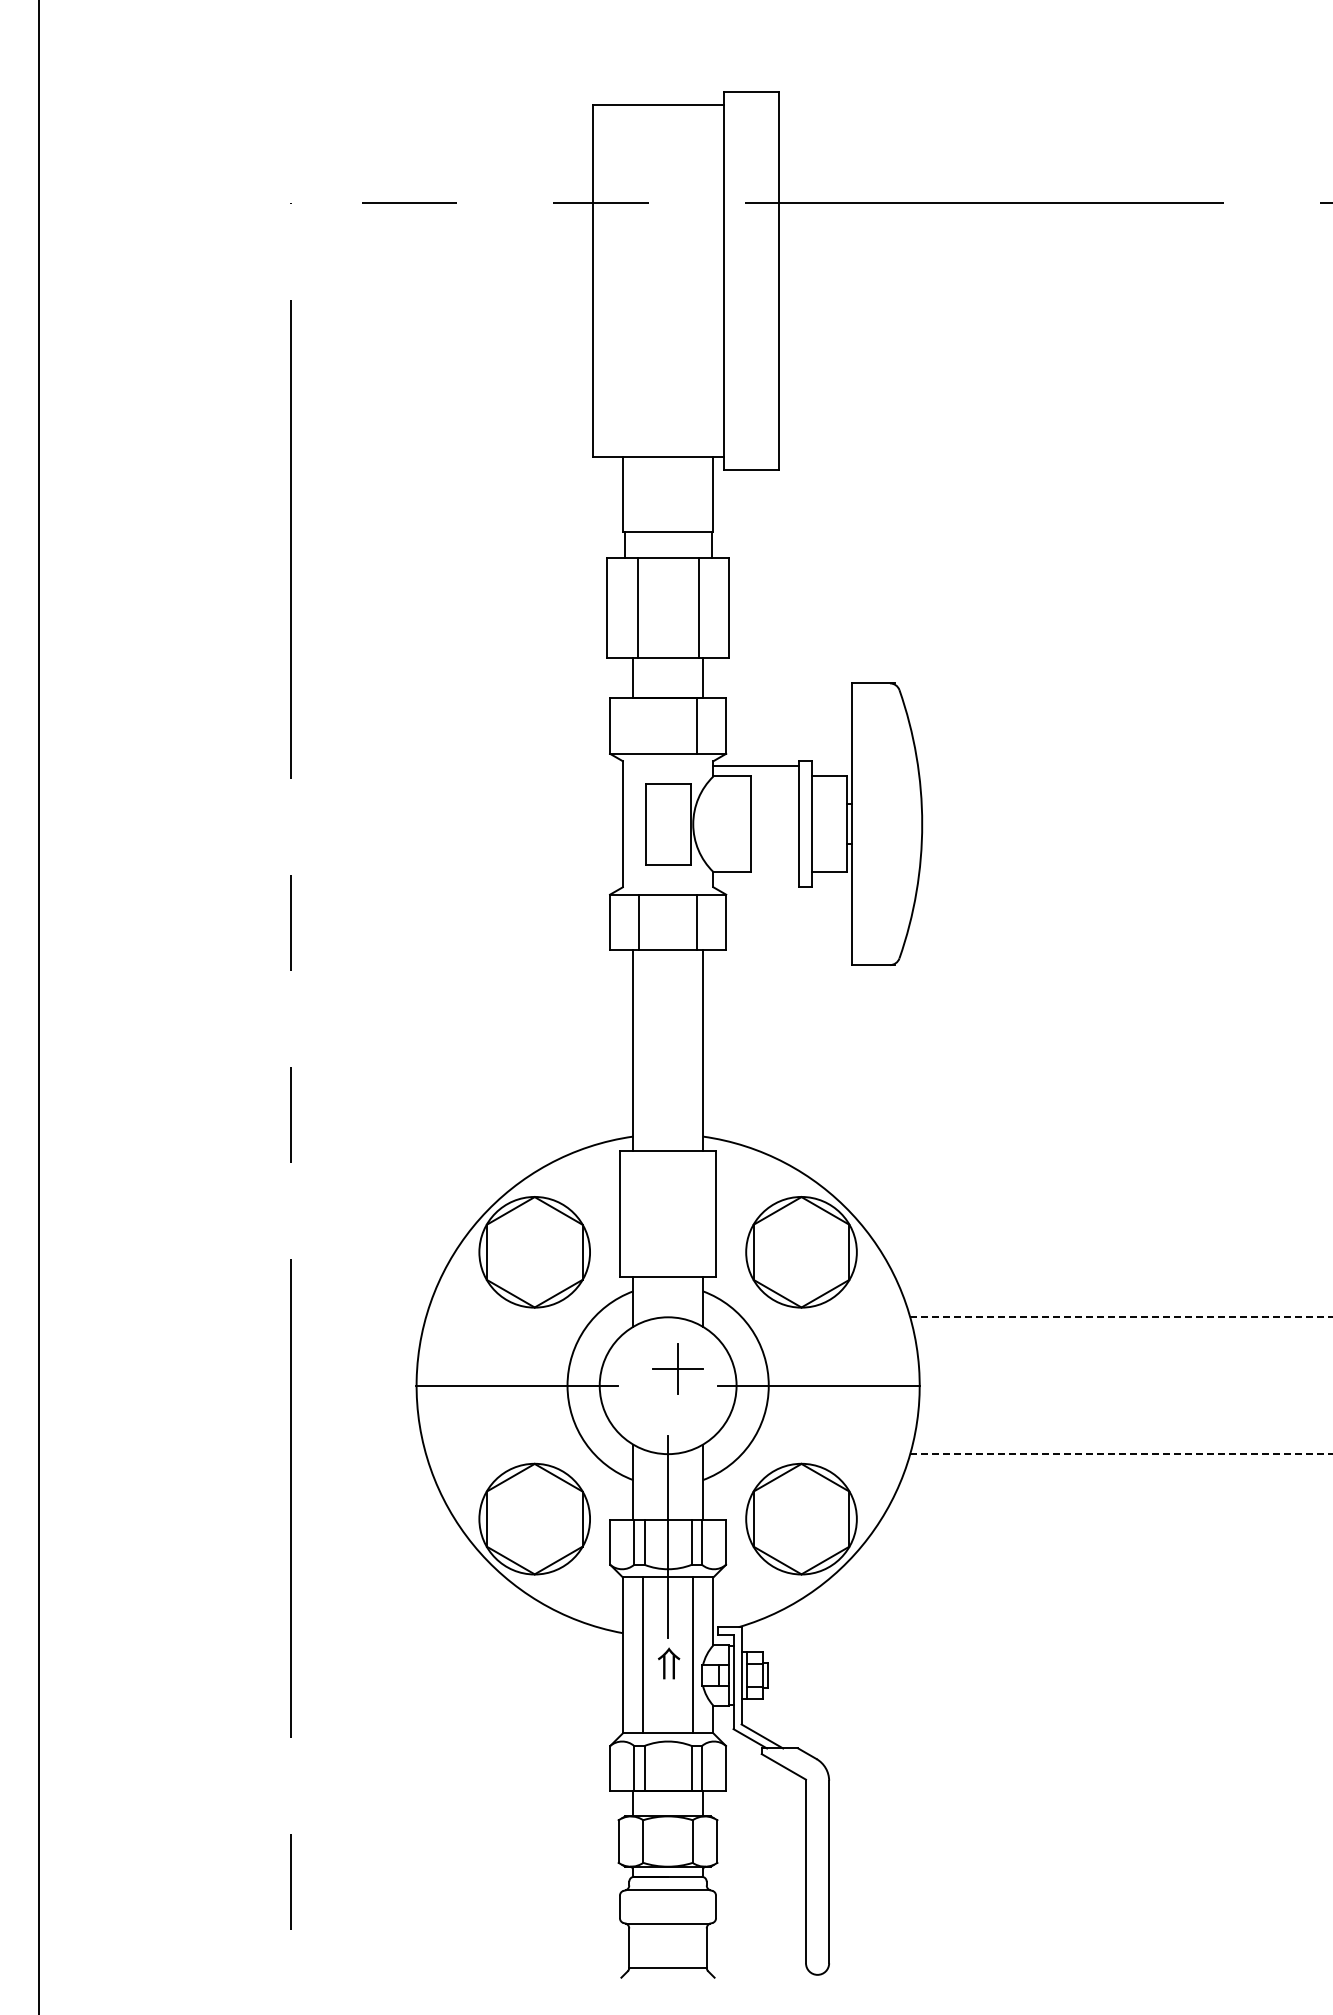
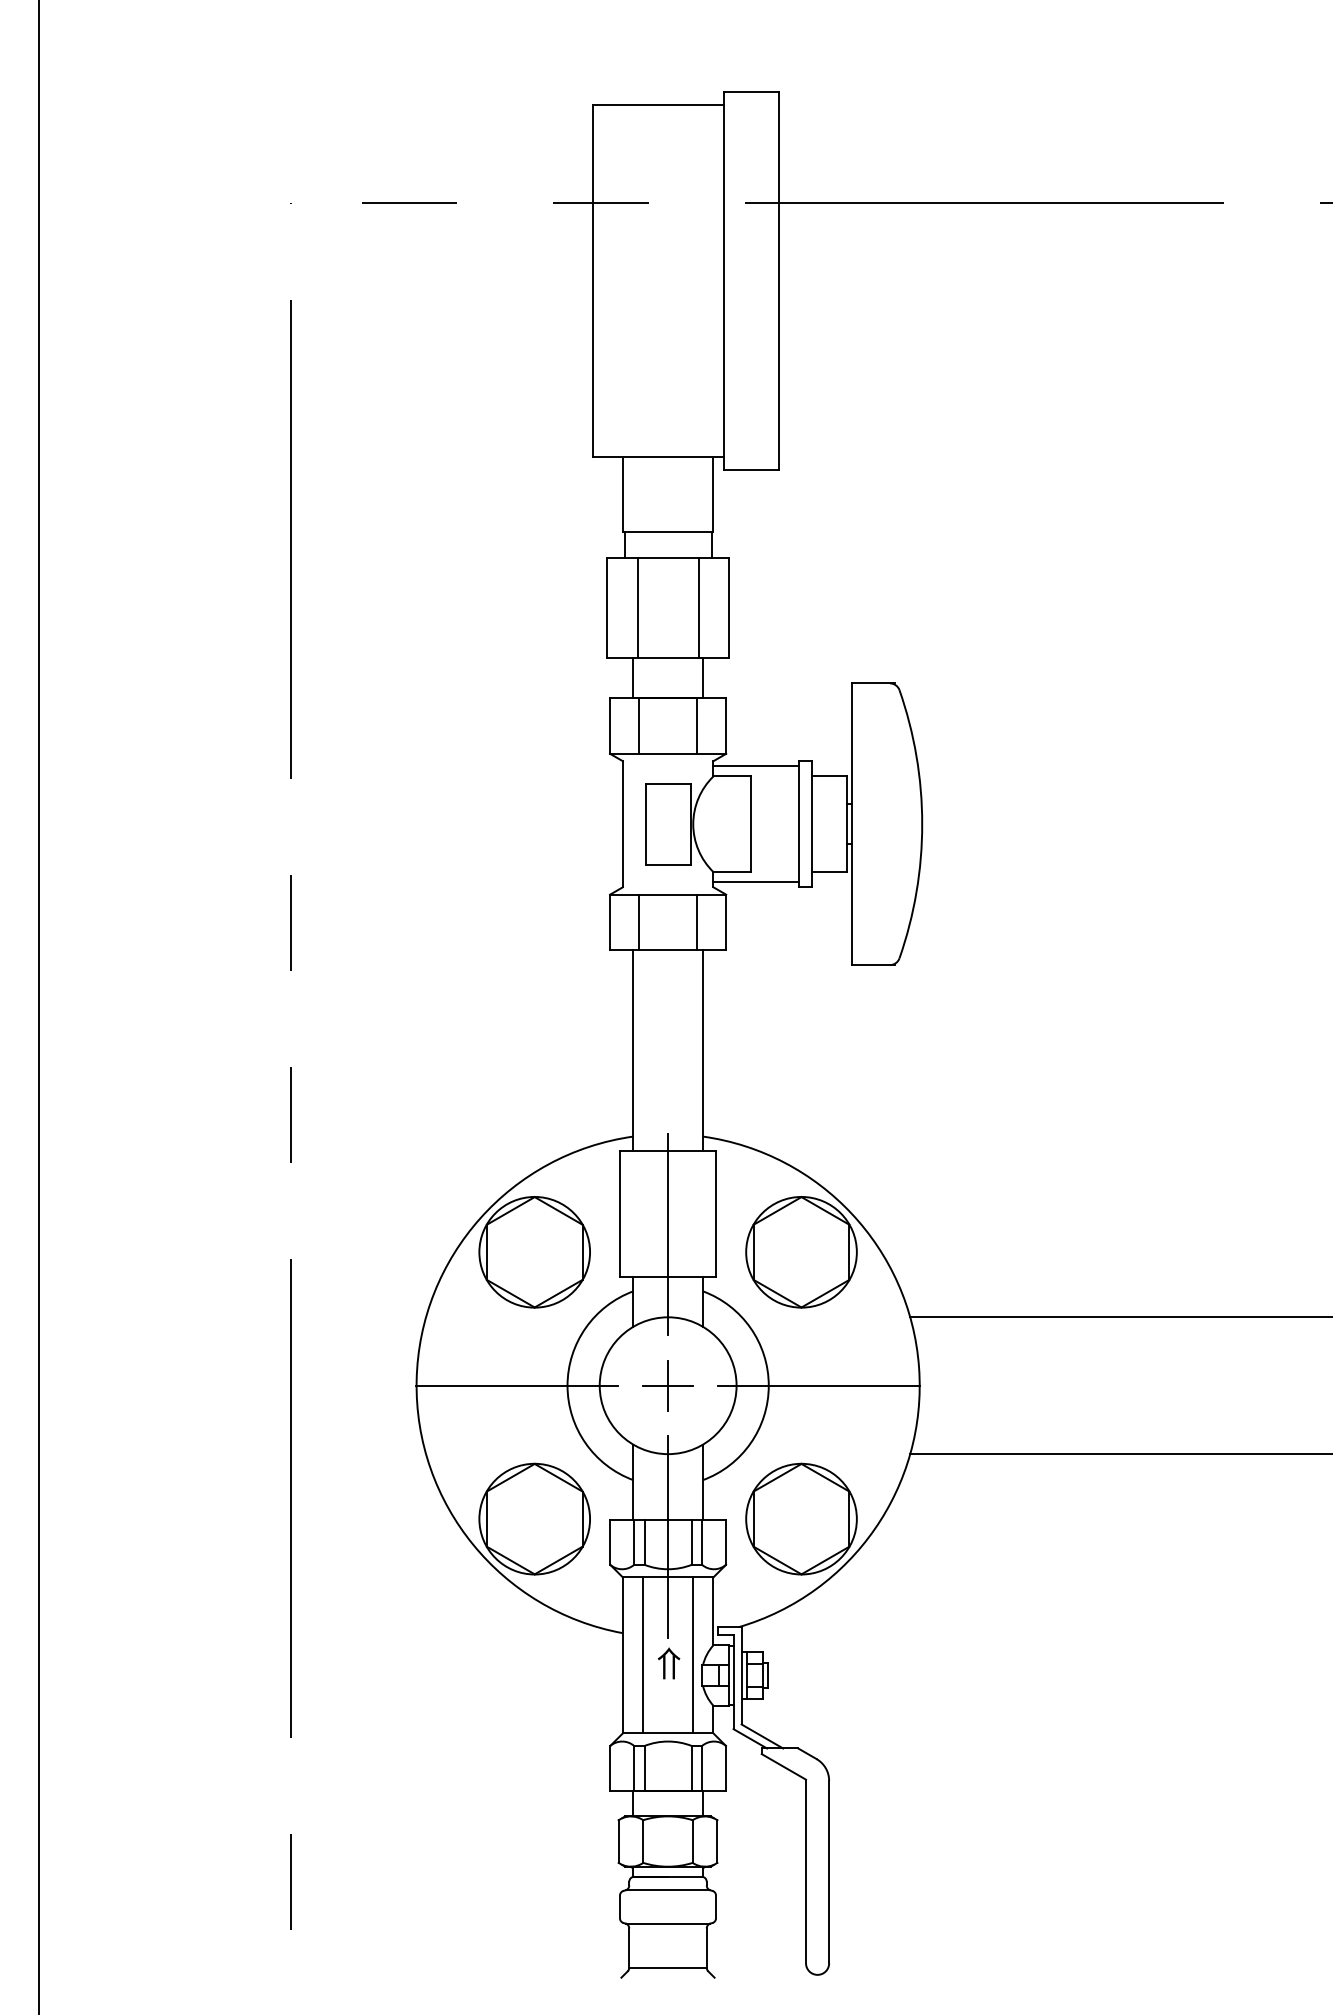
line at (639, 725): none -> present
line at (755, 882): none -> present
line at (668, 1234): none -> present
line at (1121, 1317): dashed -> solid
part at (677, 1368) position: (677, 1368) -> (667, 1385)
line at (1121, 1454): dashed -> solid
